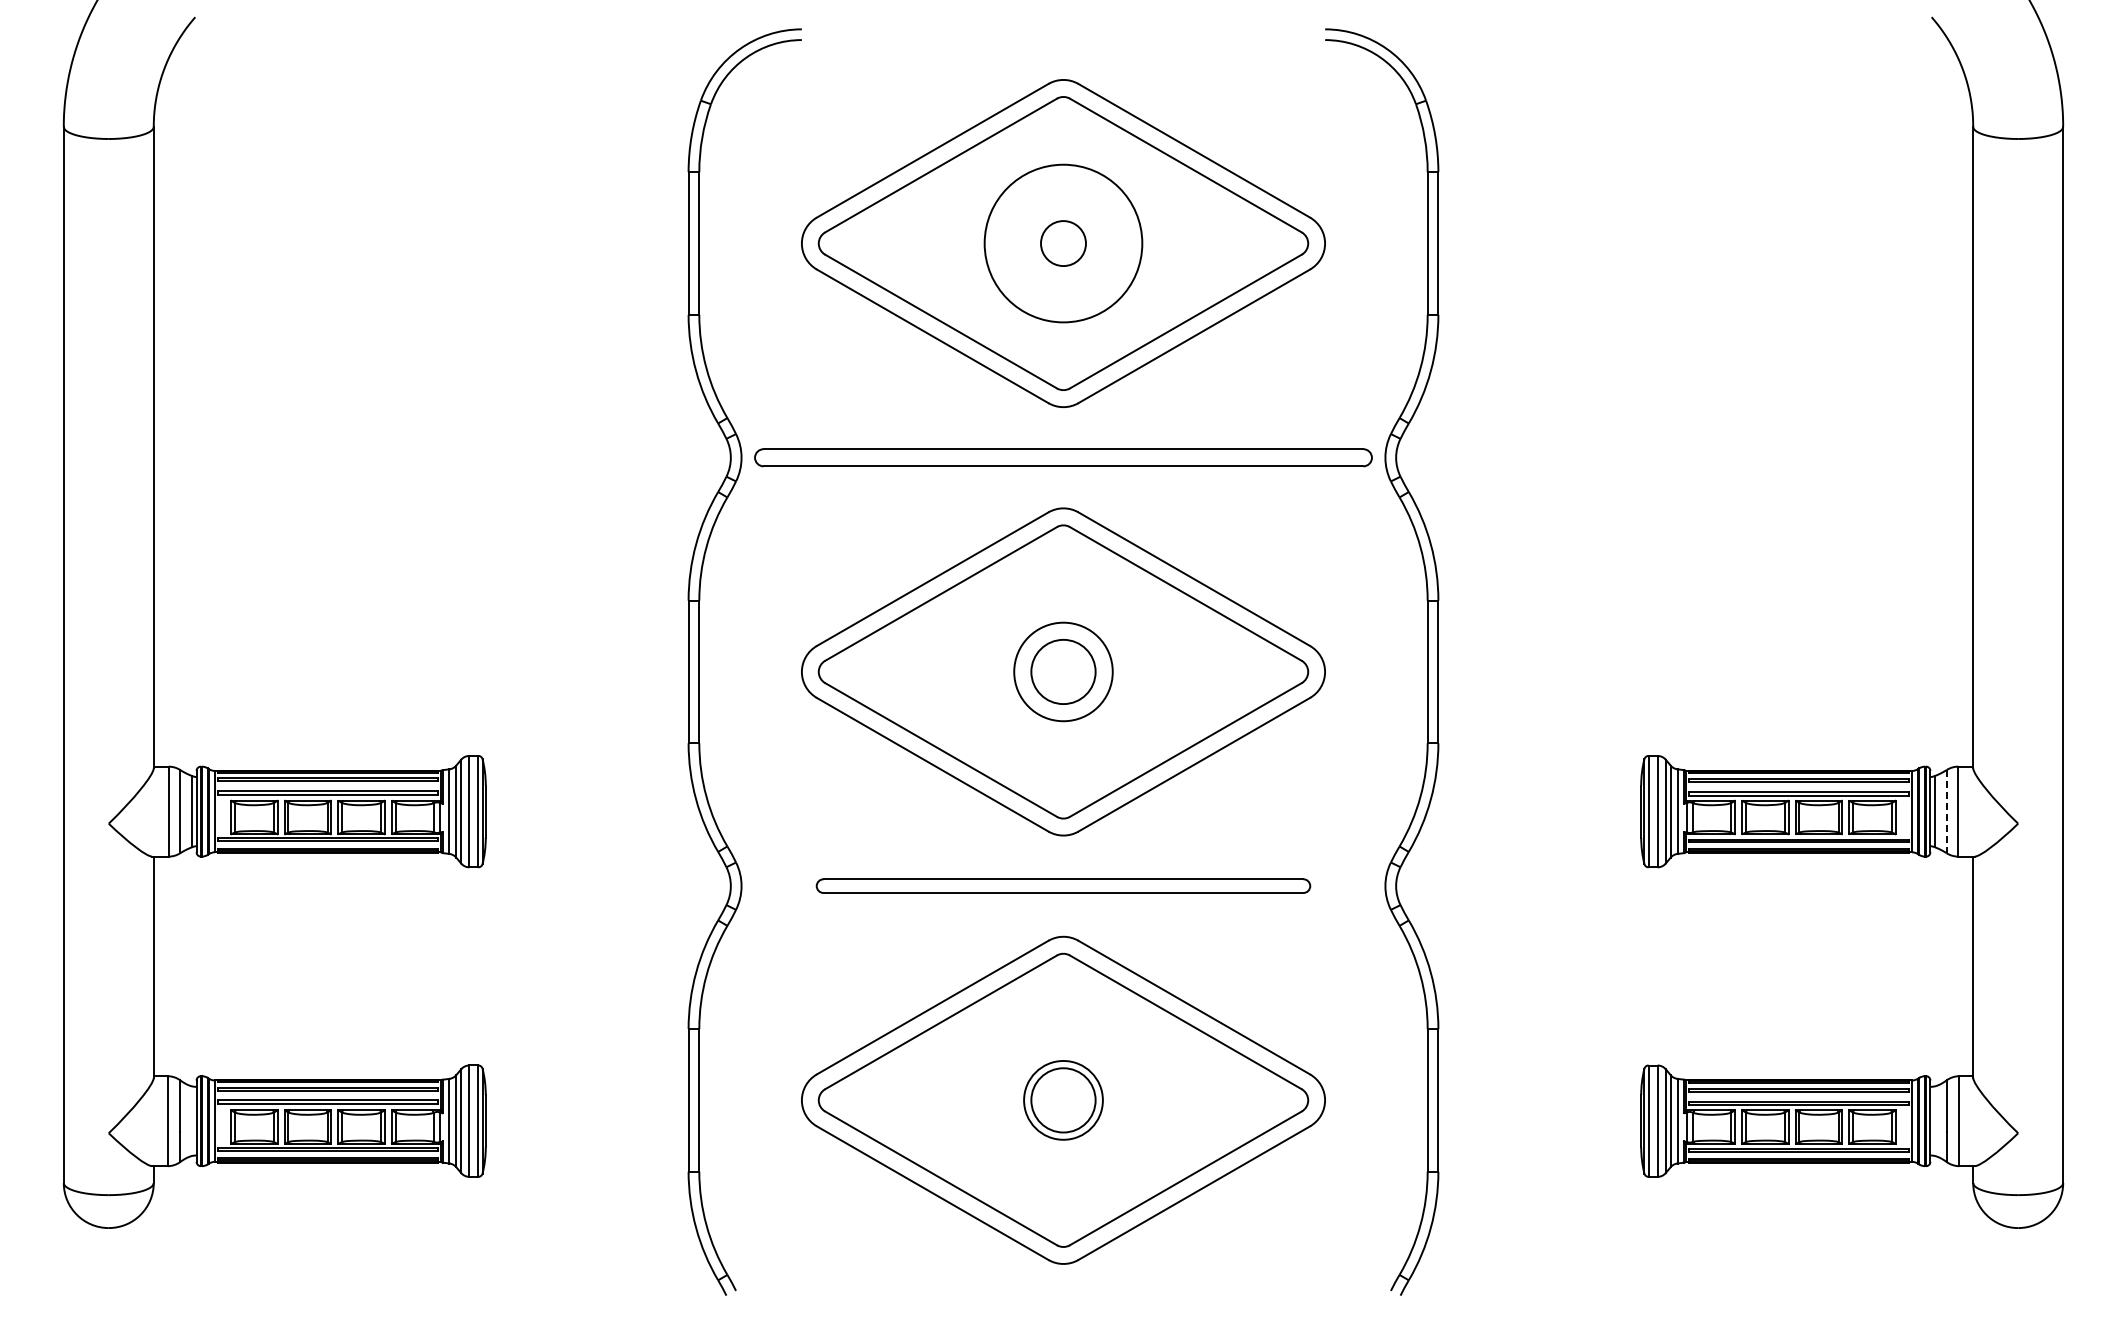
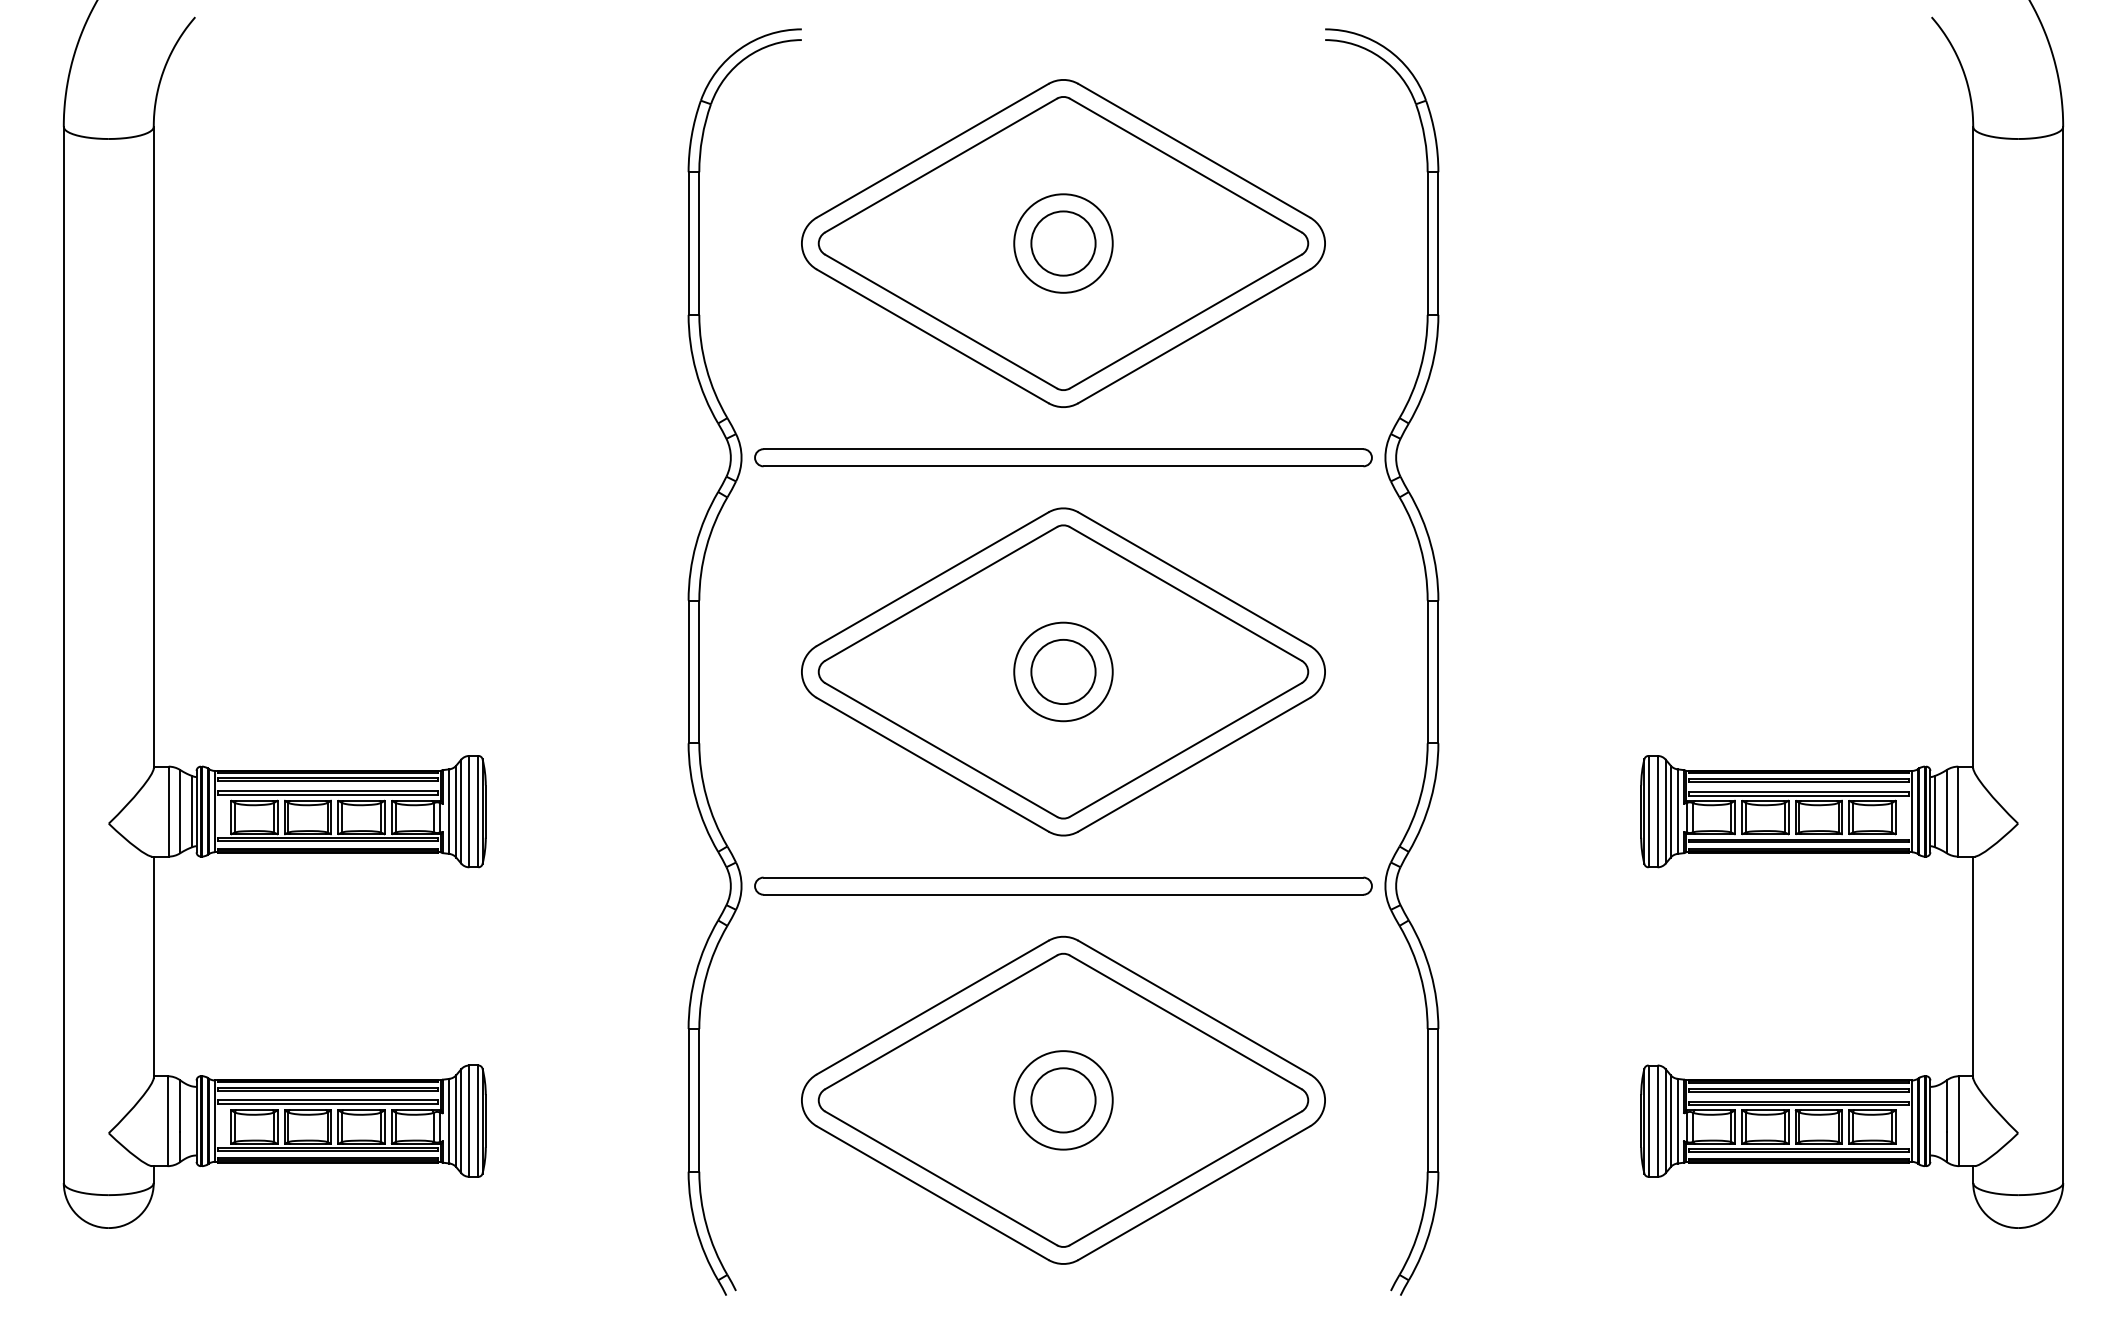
circle at (1063, 243) diameter: 158 px -> 99 px
circle at (1063, 243) diameter: 45 px -> 64 px
line at (1946, 811): dashed -> solid
part at (1063, 885) size: 497x16 px -> 619x20 px
circle at (1063, 1099) diameter: 79 px -> 99 px
